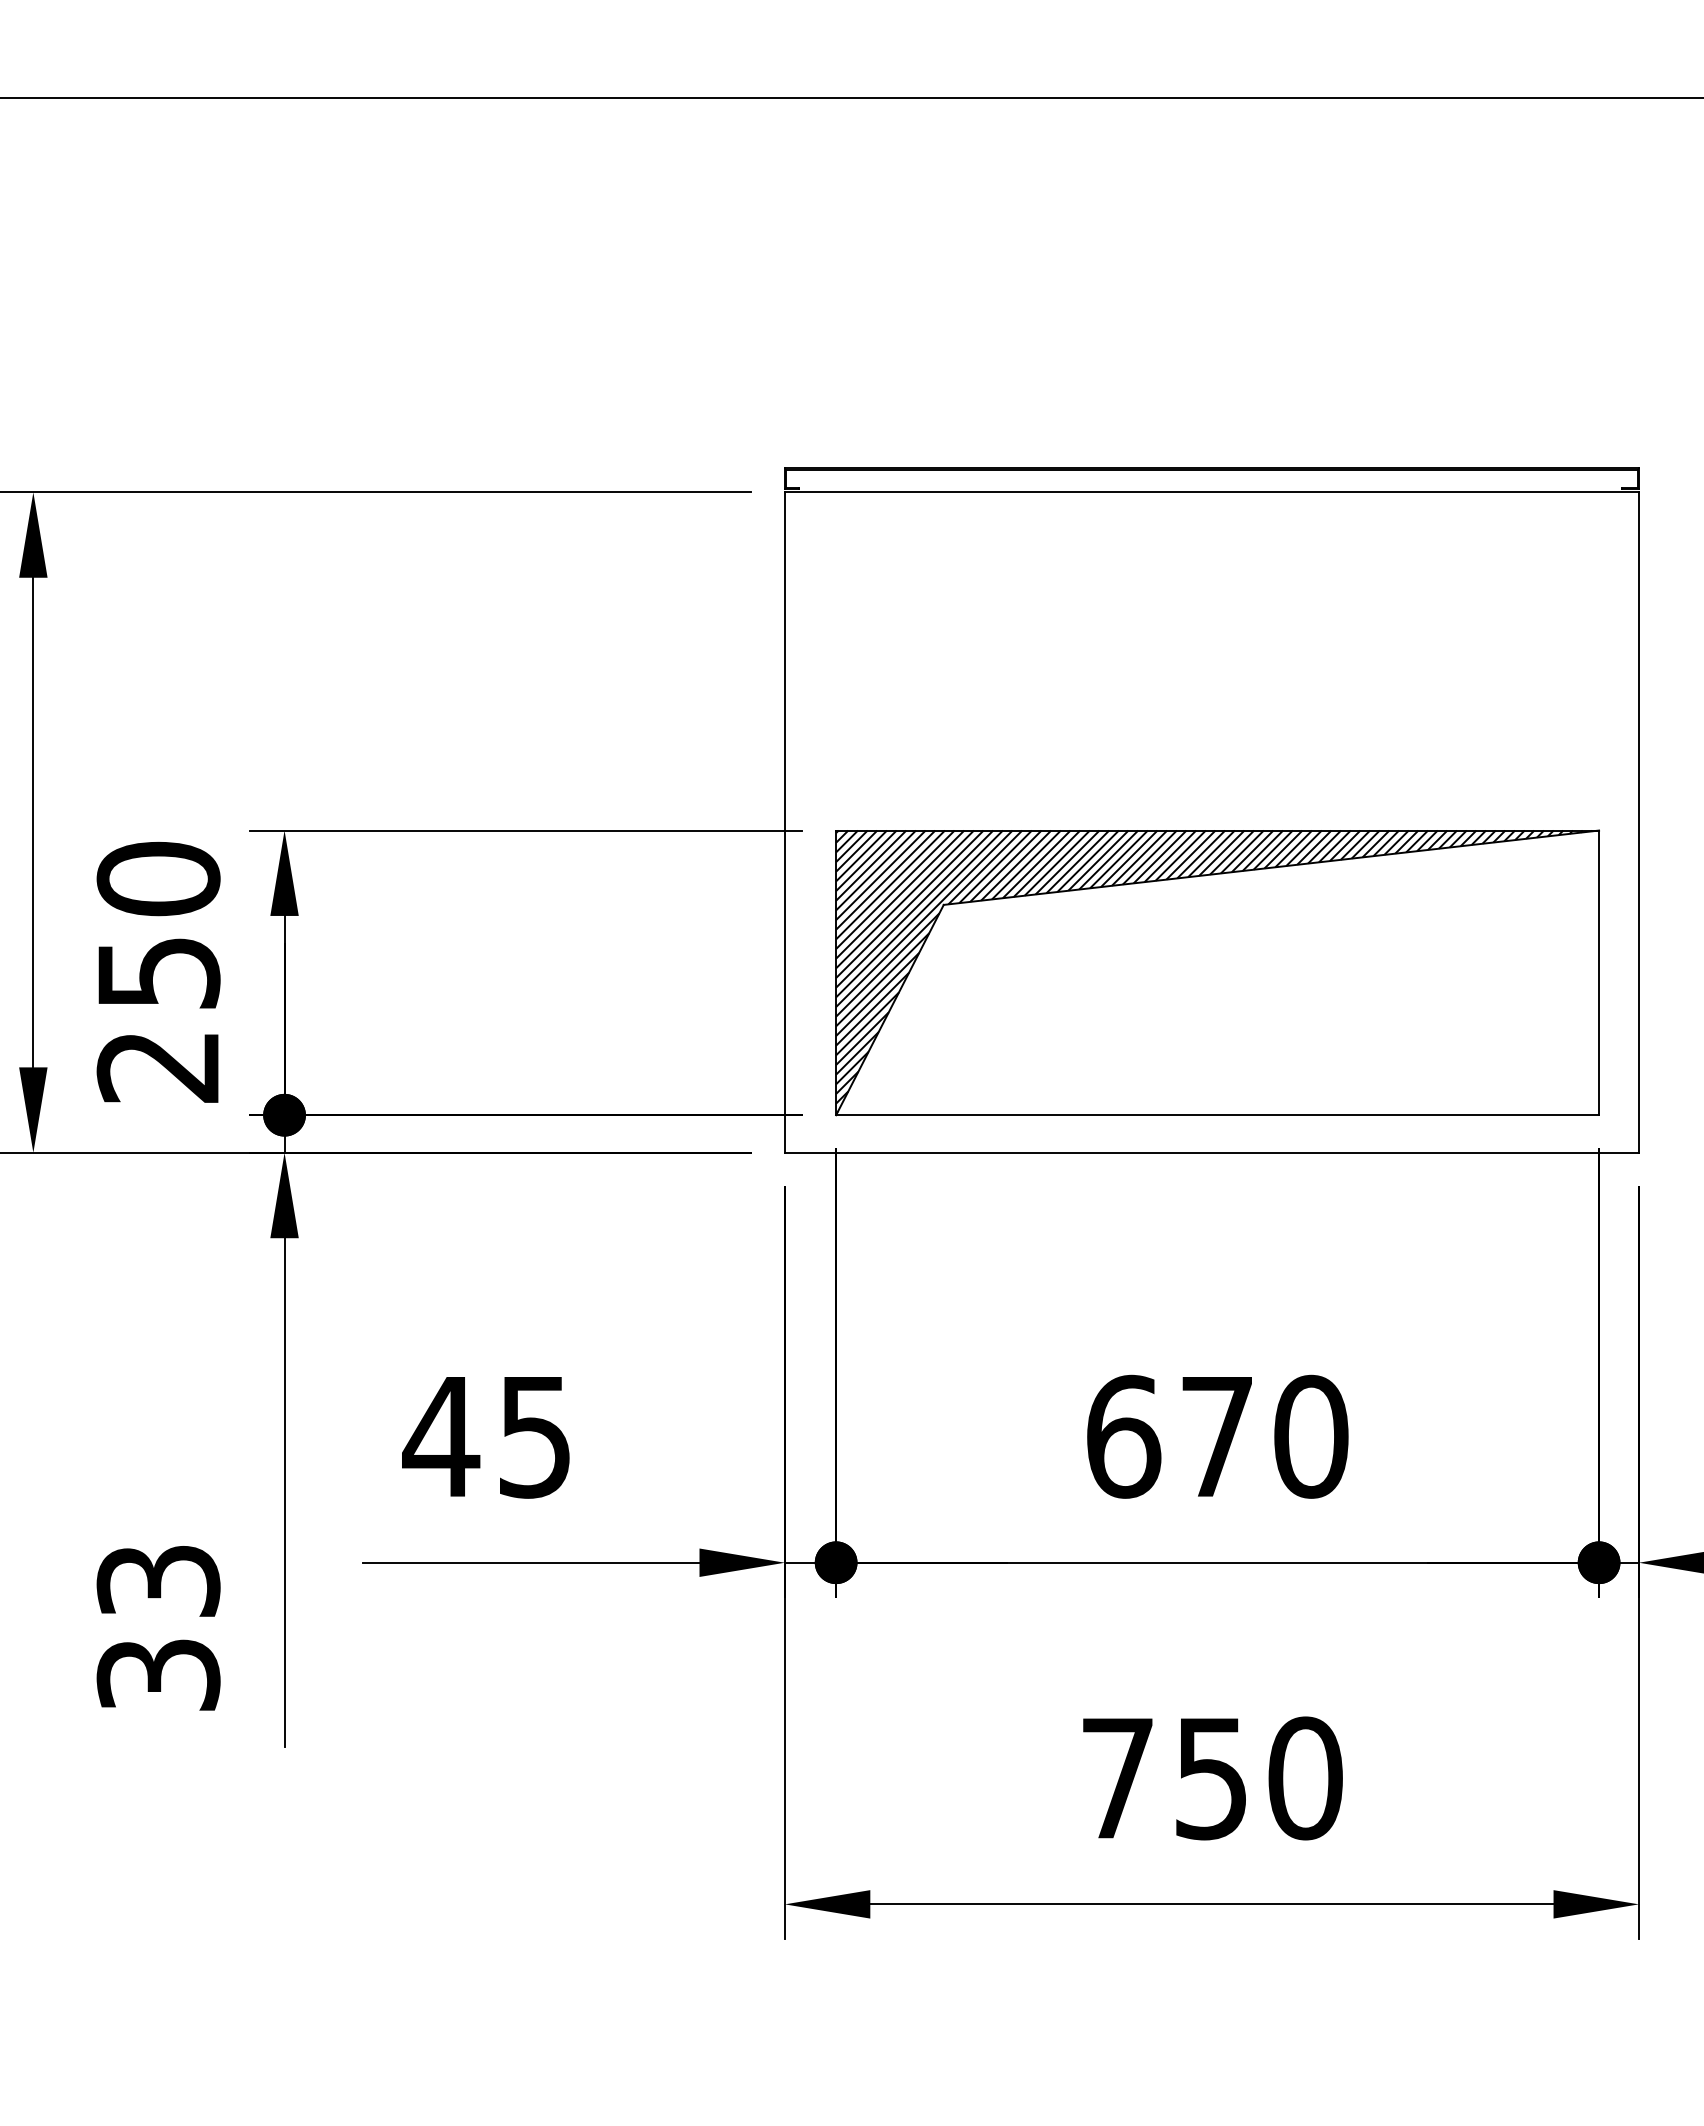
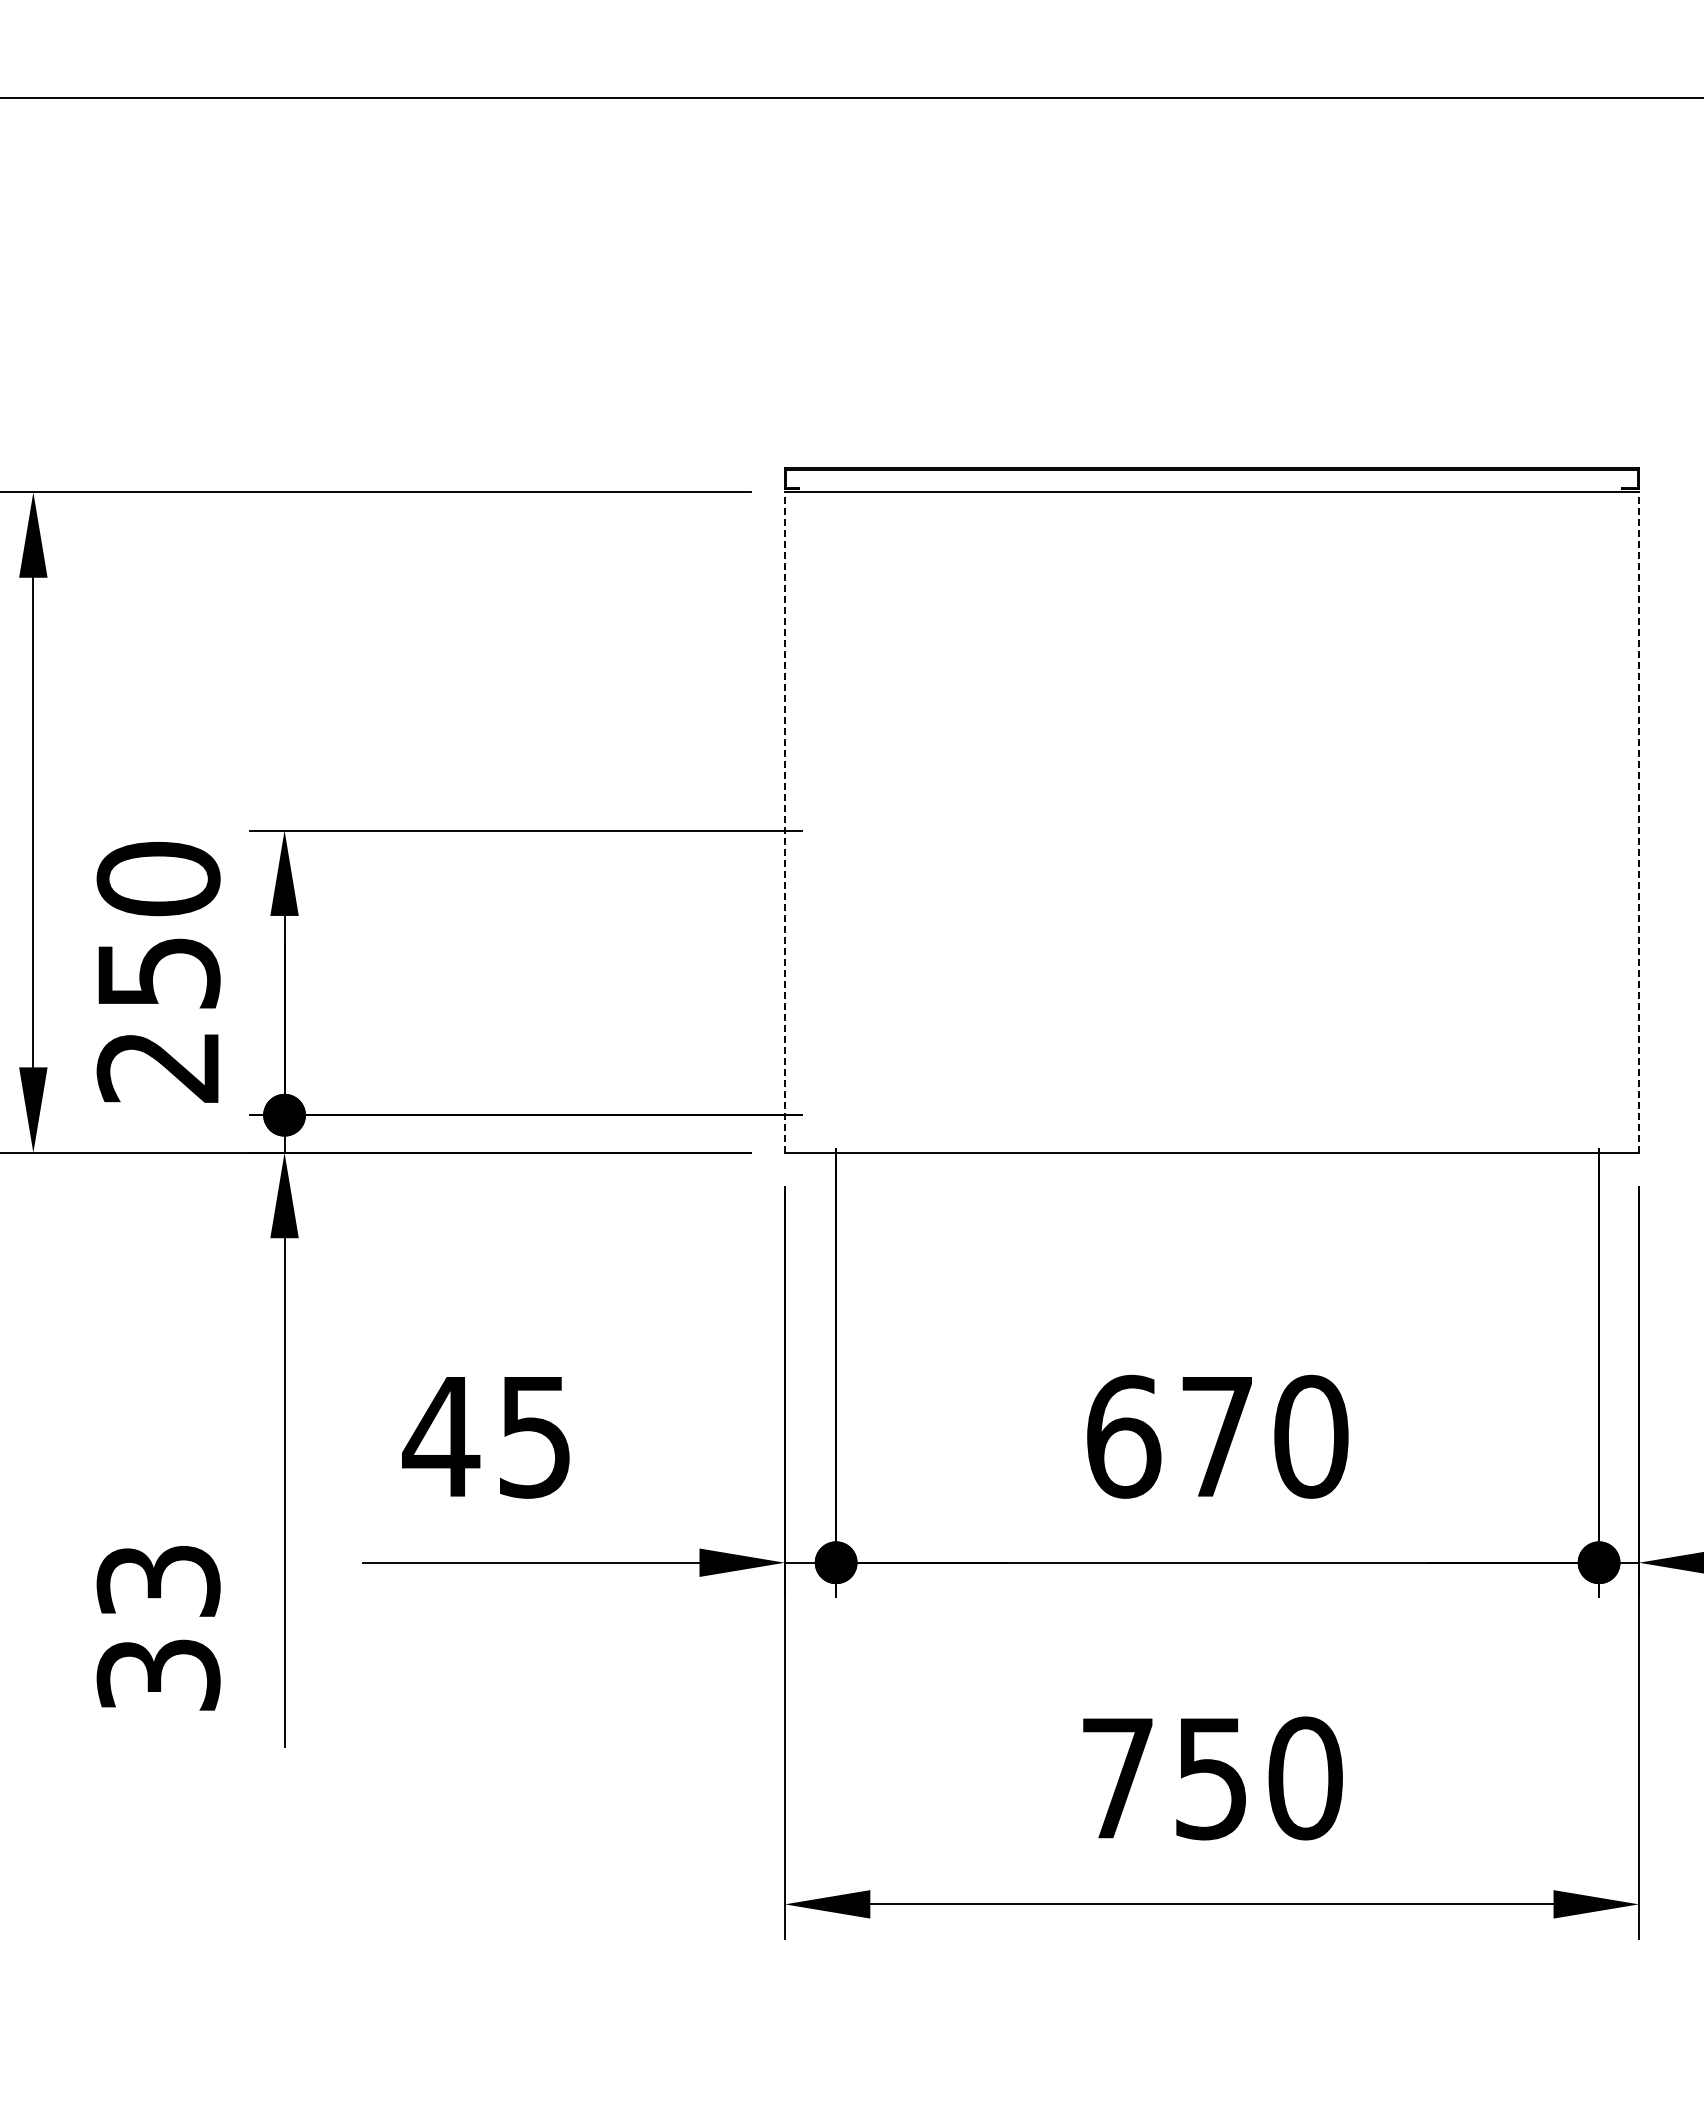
line at (784, 822): solid -> dashed
line at (1638, 822): solid -> dashed
part at (1217, 972): present -> none
